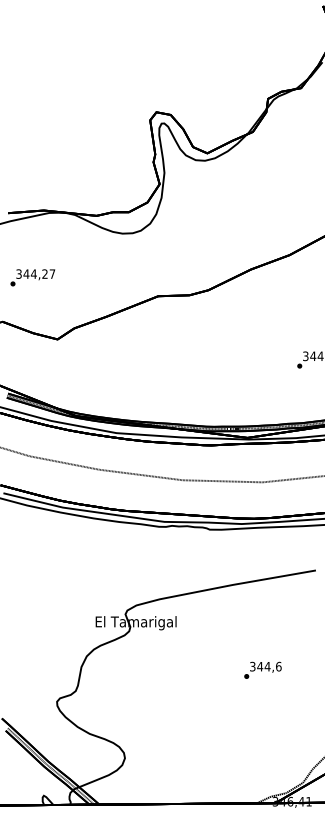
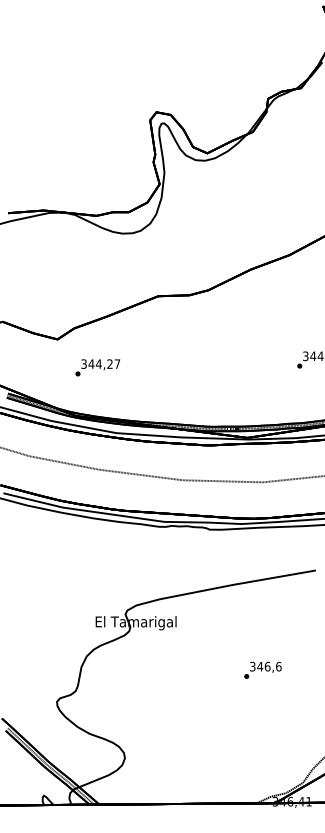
text at (32, 277) position: (32, 277) -> (97, 367)
text at (267, 666): 344,6 -> 346,6
